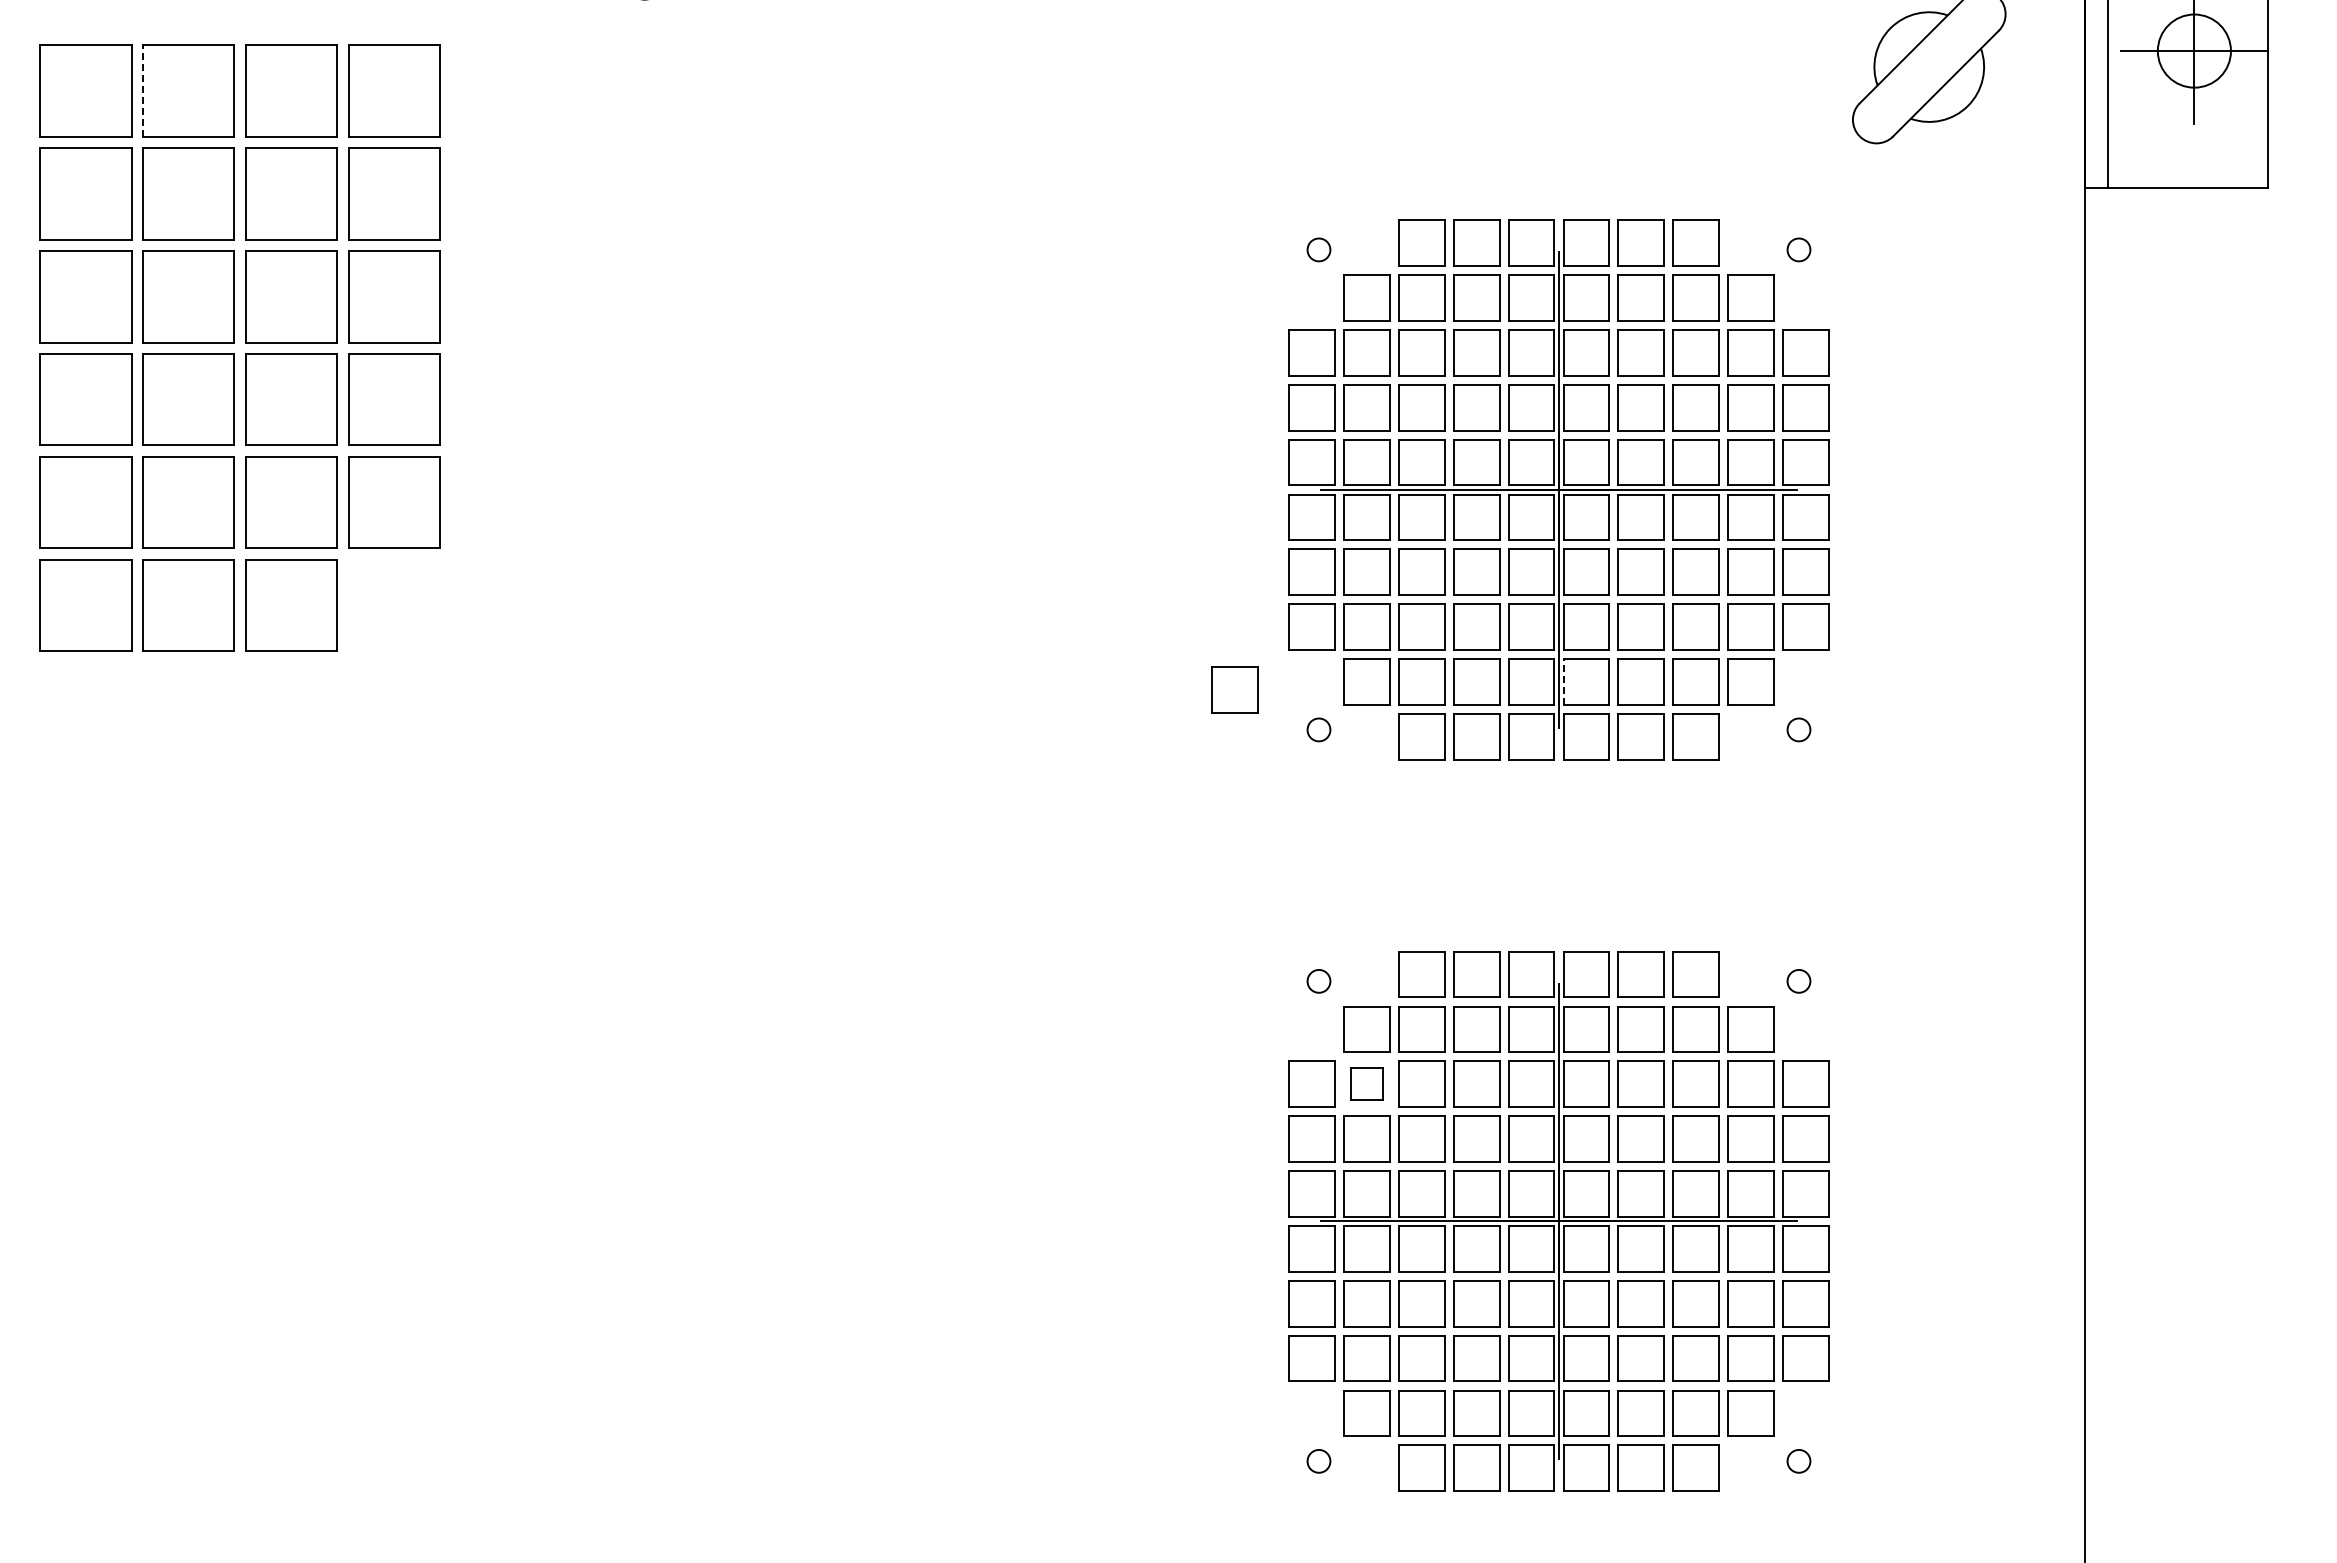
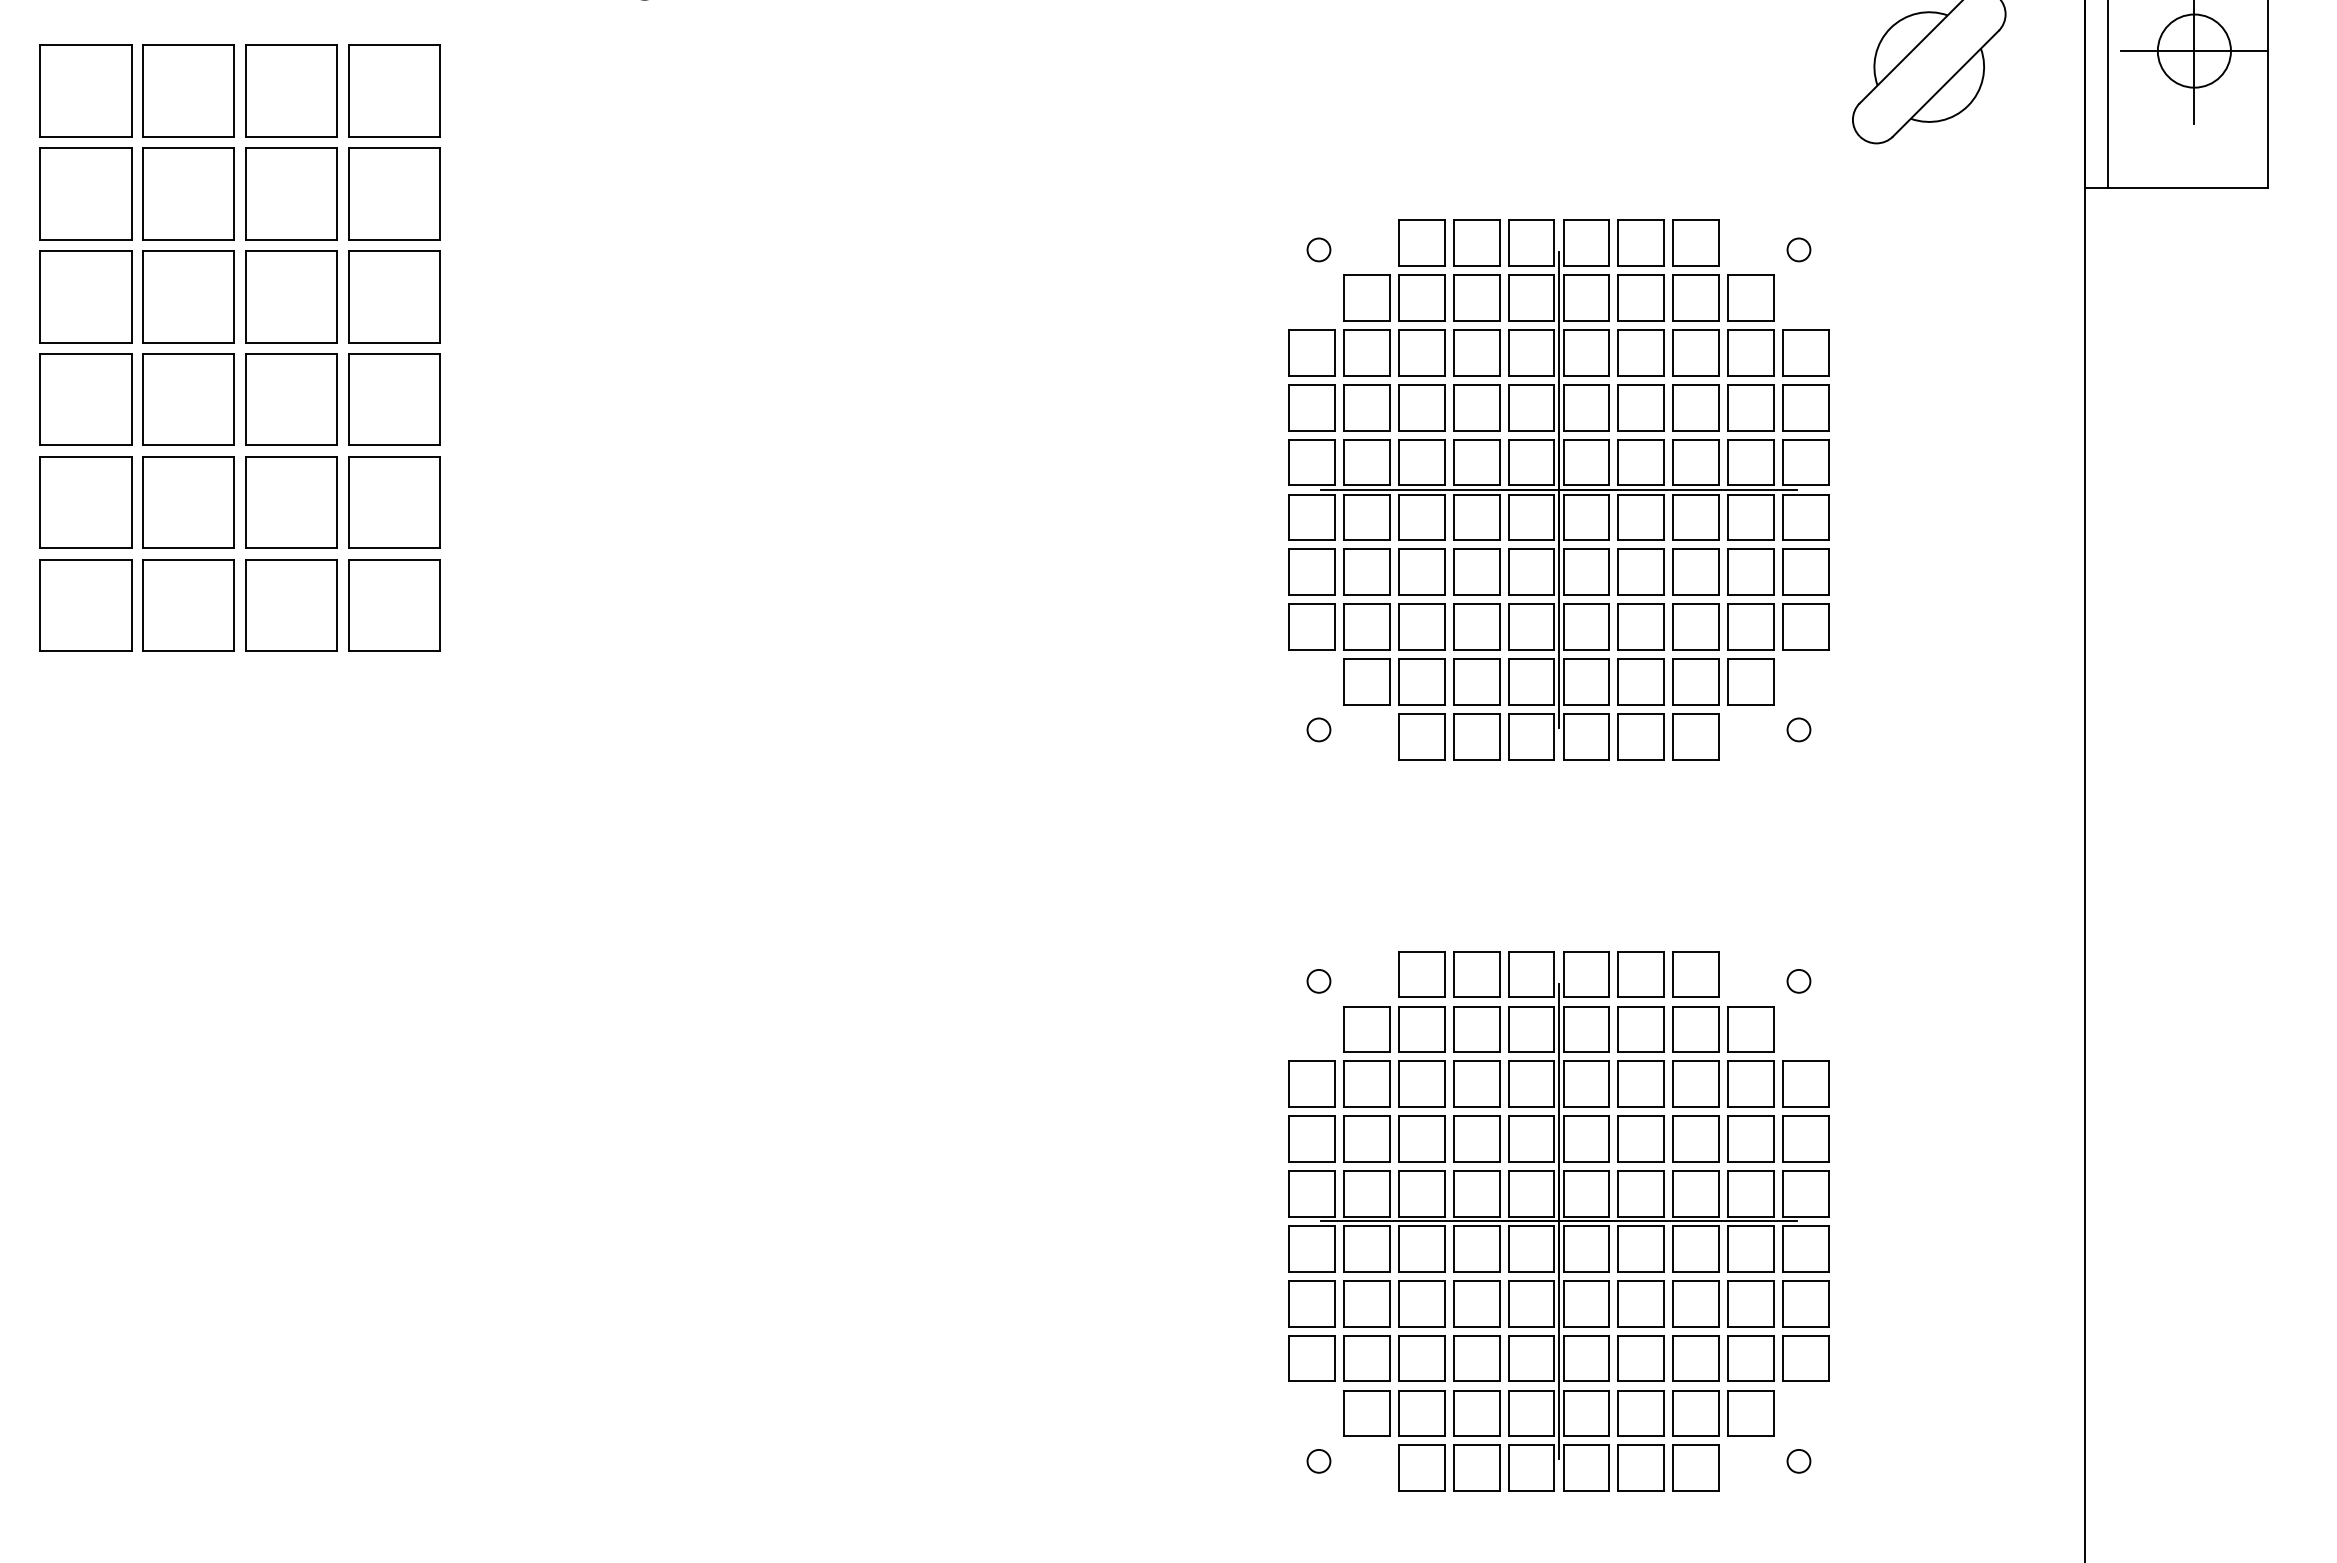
line at (143, 91): dashed -> solid
part at (394, 605): none -> present
line at (1563, 681): dashed -> solid
part at (1234, 689): present -> none
part at (1366, 1083) size: 34x34 px -> 48x48 px
